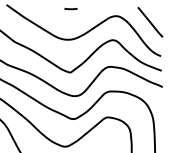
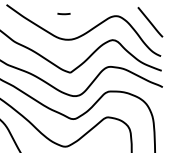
curve at (70, 8) position: (70, 8) -> (63, 13)
